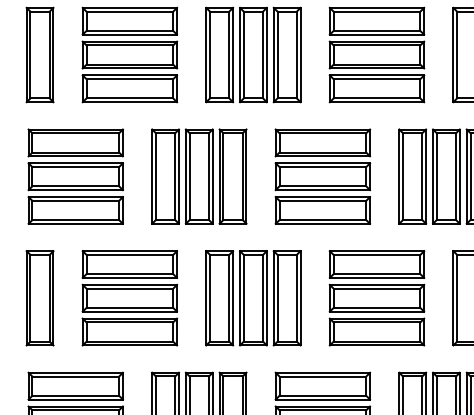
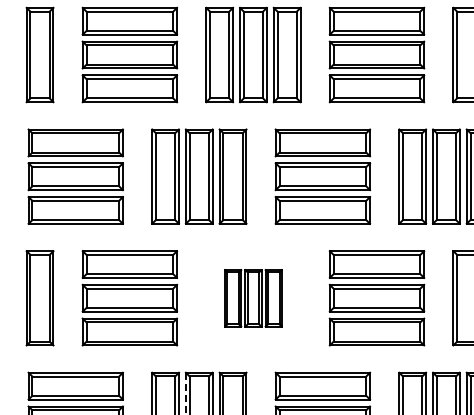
part at (253, 298) size: 97x97 px -> 59x59 px
line at (185, 393): solid -> dashed
